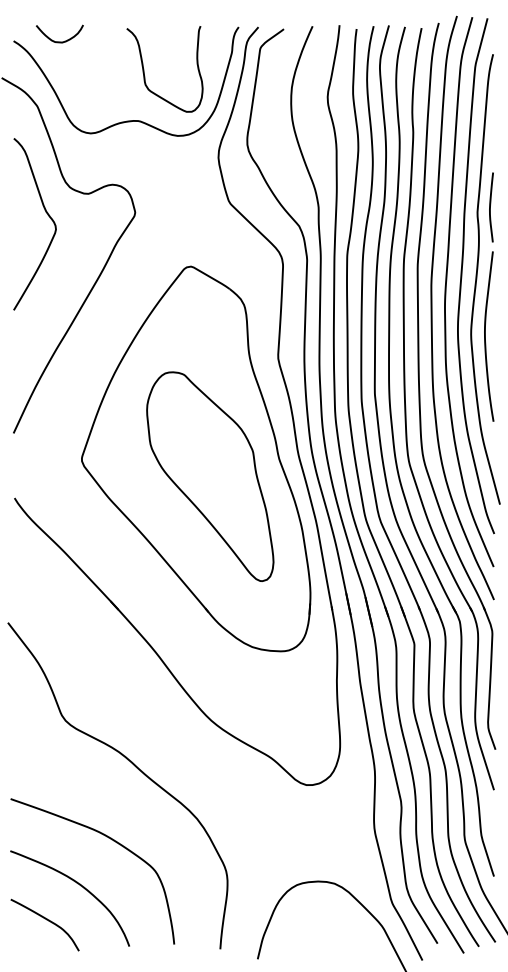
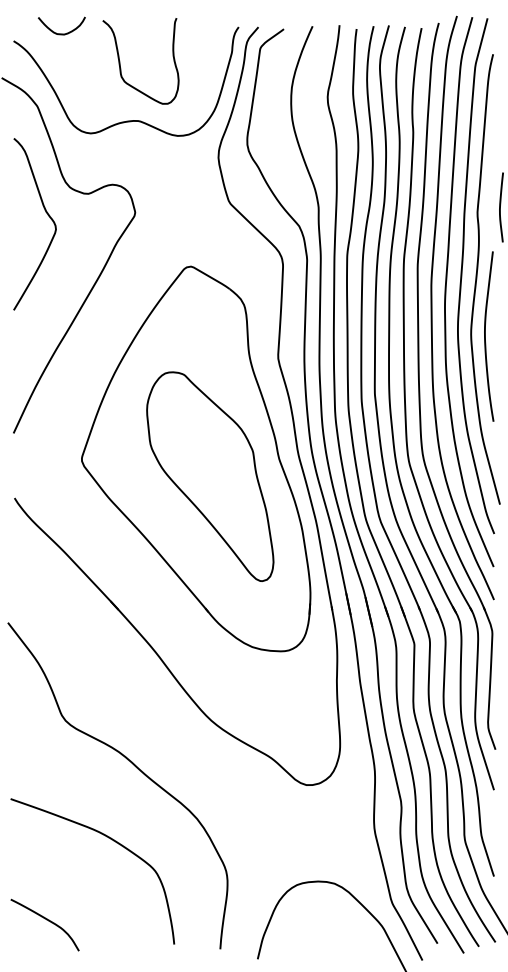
curve at (59, 41) position: (59, 41) -> (61, 33)
curve at (144, 69) position: (144, 69) -> (120, 61)
curve at (490, 207) position: (490, 207) -> (500, 207)
curve at (80, 886): present -> none
